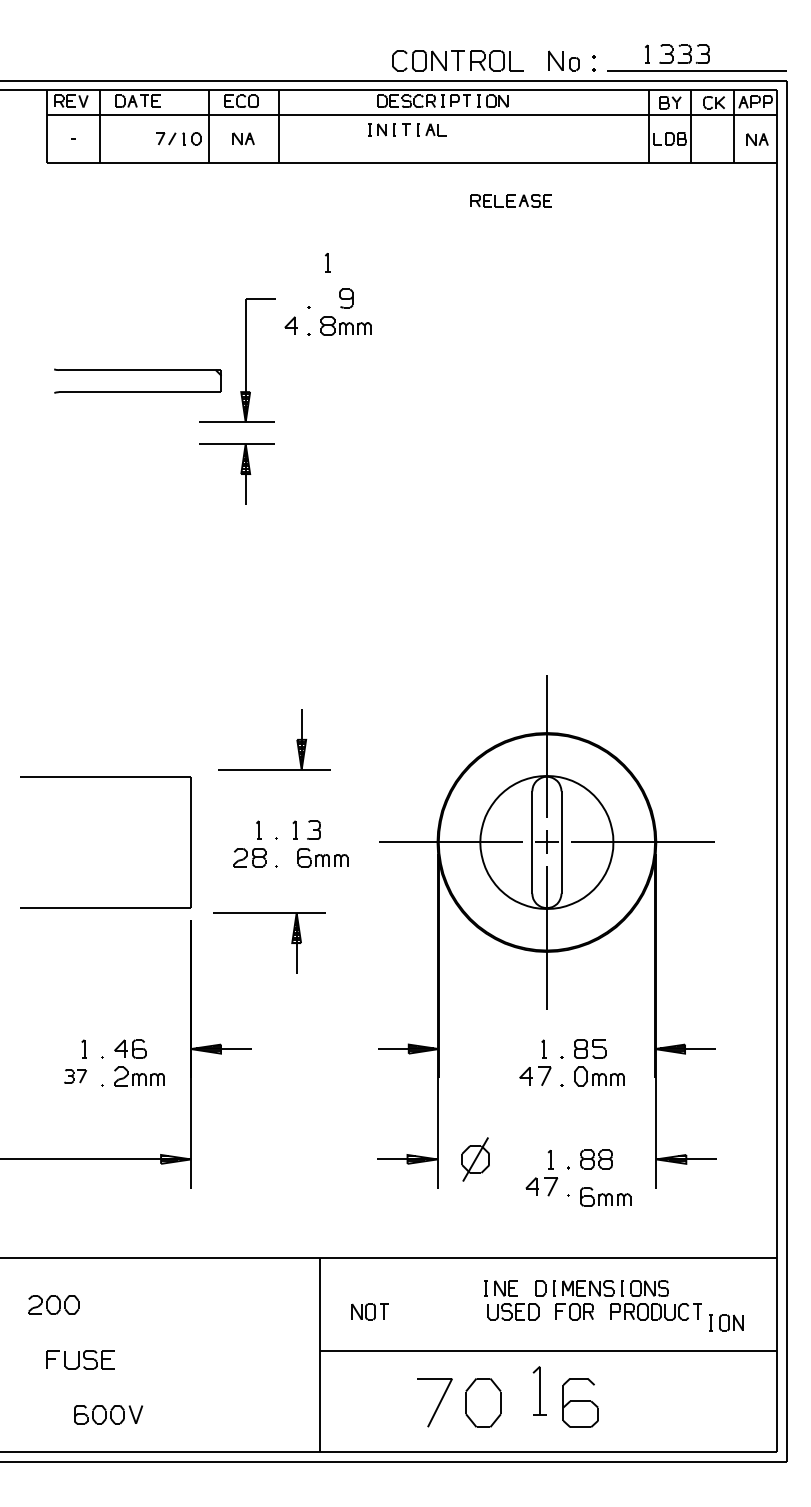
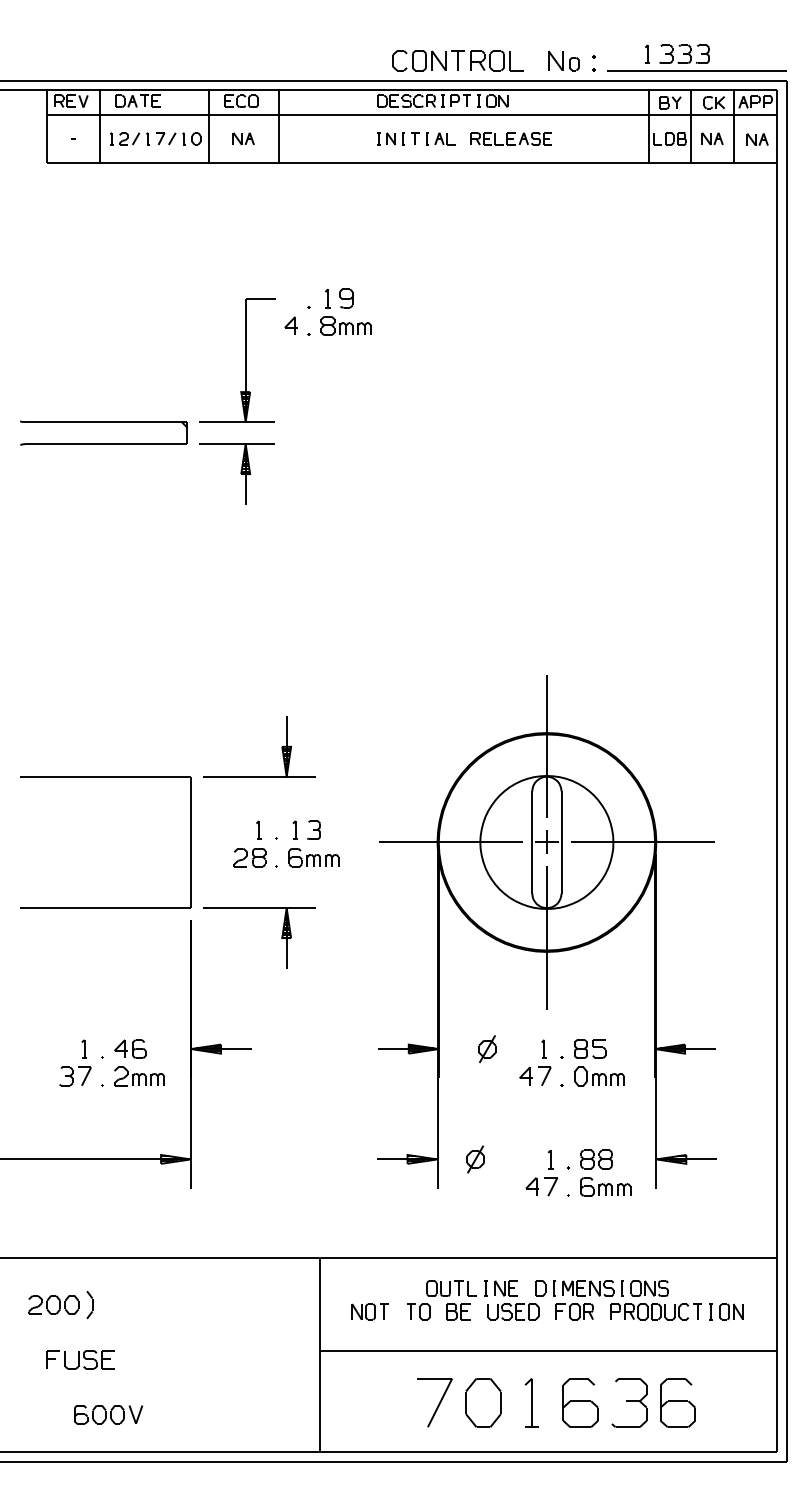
part at (407, 129) position: (407, 129) -> (416, 138)
part at (129, 138): none -> present
part at (712, 138): none -> present
part at (510, 200) position: (510, 200) -> (510, 138)
part at (327, 262) position: (327, 262) -> (327, 298)
part at (137, 370) position: (137, 370) -> (103, 422)
part at (296, 740) position: (296, 740) -> (281, 747)
part at (322, 857) position: (322, 857) -> (313, 857)
part at (291, 942) position: (291, 942) -> (281, 937)
part at (487, 1049): none -> present
part at (75, 1076) size: 24x15 px -> 33x21 px
part at (475, 1159) size: 29x45 px -> 19x29 px
part at (605, 1196) position: (605, 1196) -> (605, 1186)
part at (441, 1300): none -> present
part at (89, 1305): none -> present
part at (726, 1322) position: (726, 1322) -> (726, 1311)
part at (539, 1390) position: (539, 1390) -> (531, 1402)
part at (629, 1402): none -> present
part at (677, 1402): none -> present
